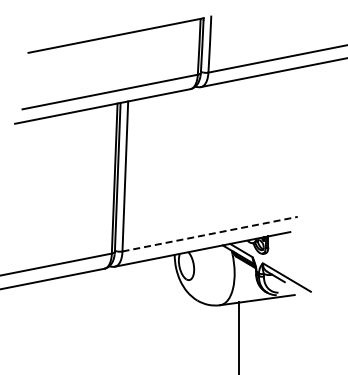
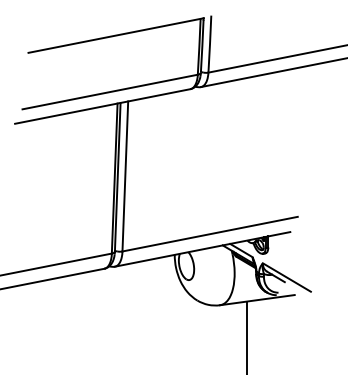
line at (210, 234): dashed -> solid
line at (239, 336) position: (239, 336) -> (247, 336)
